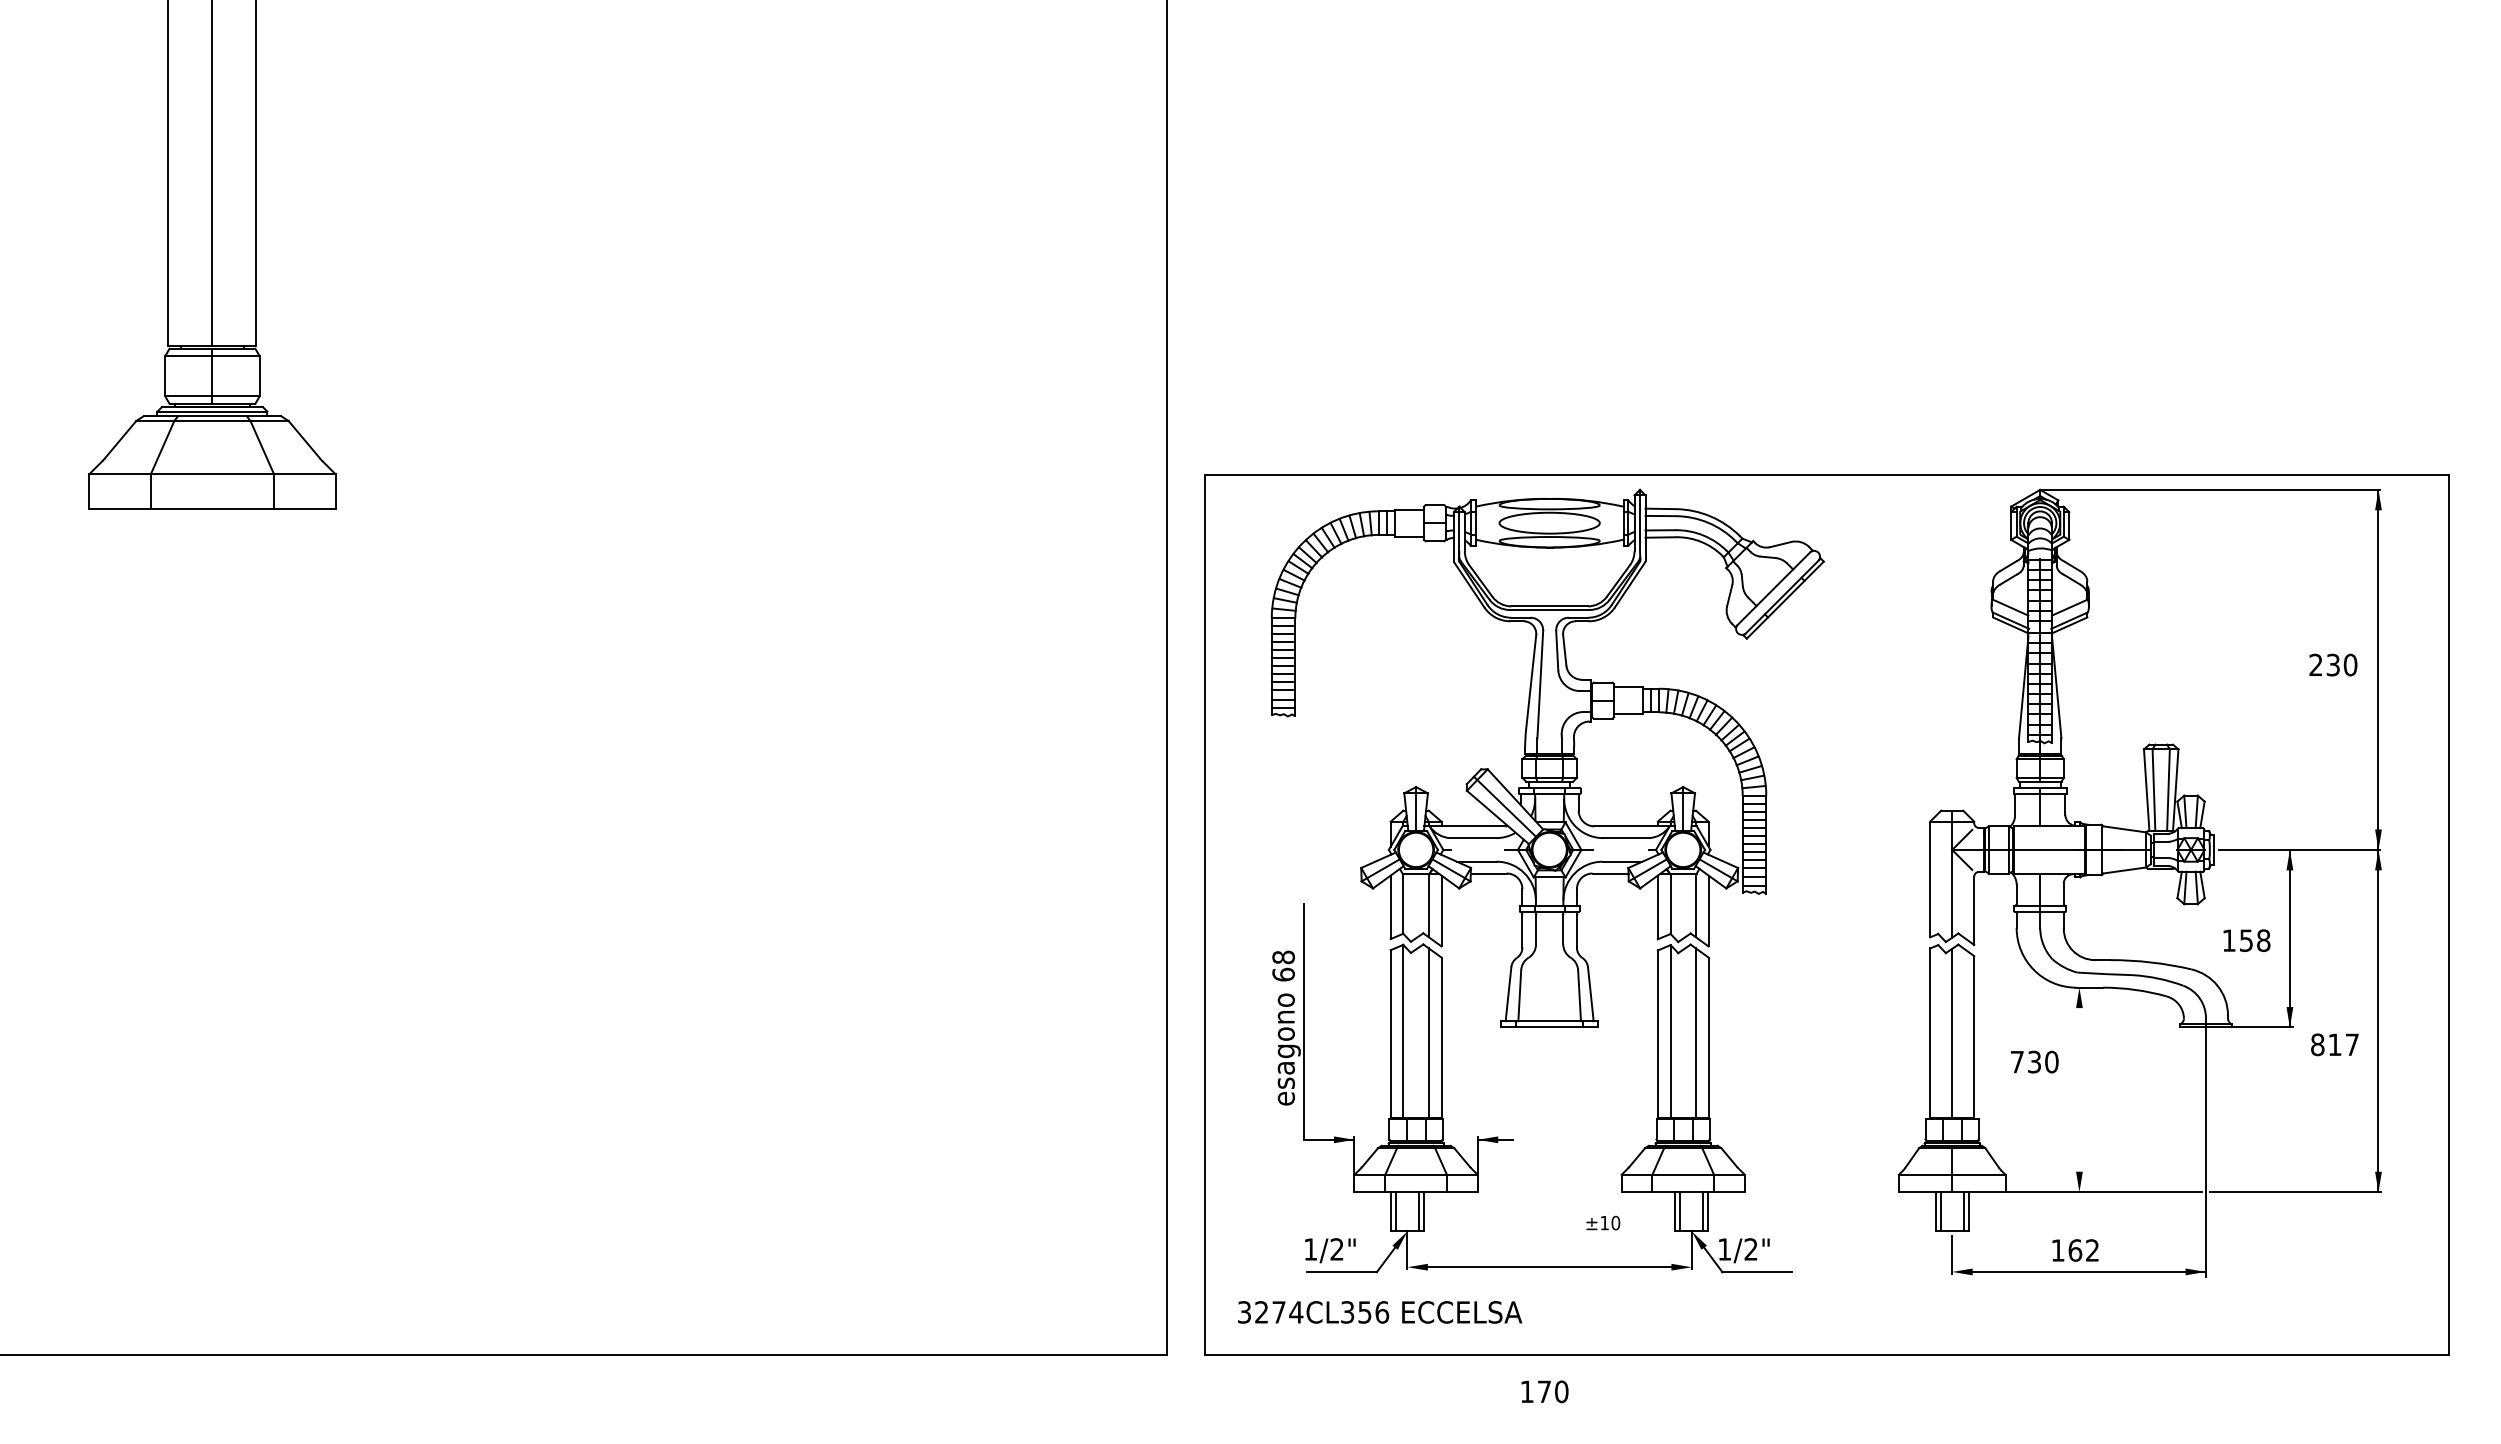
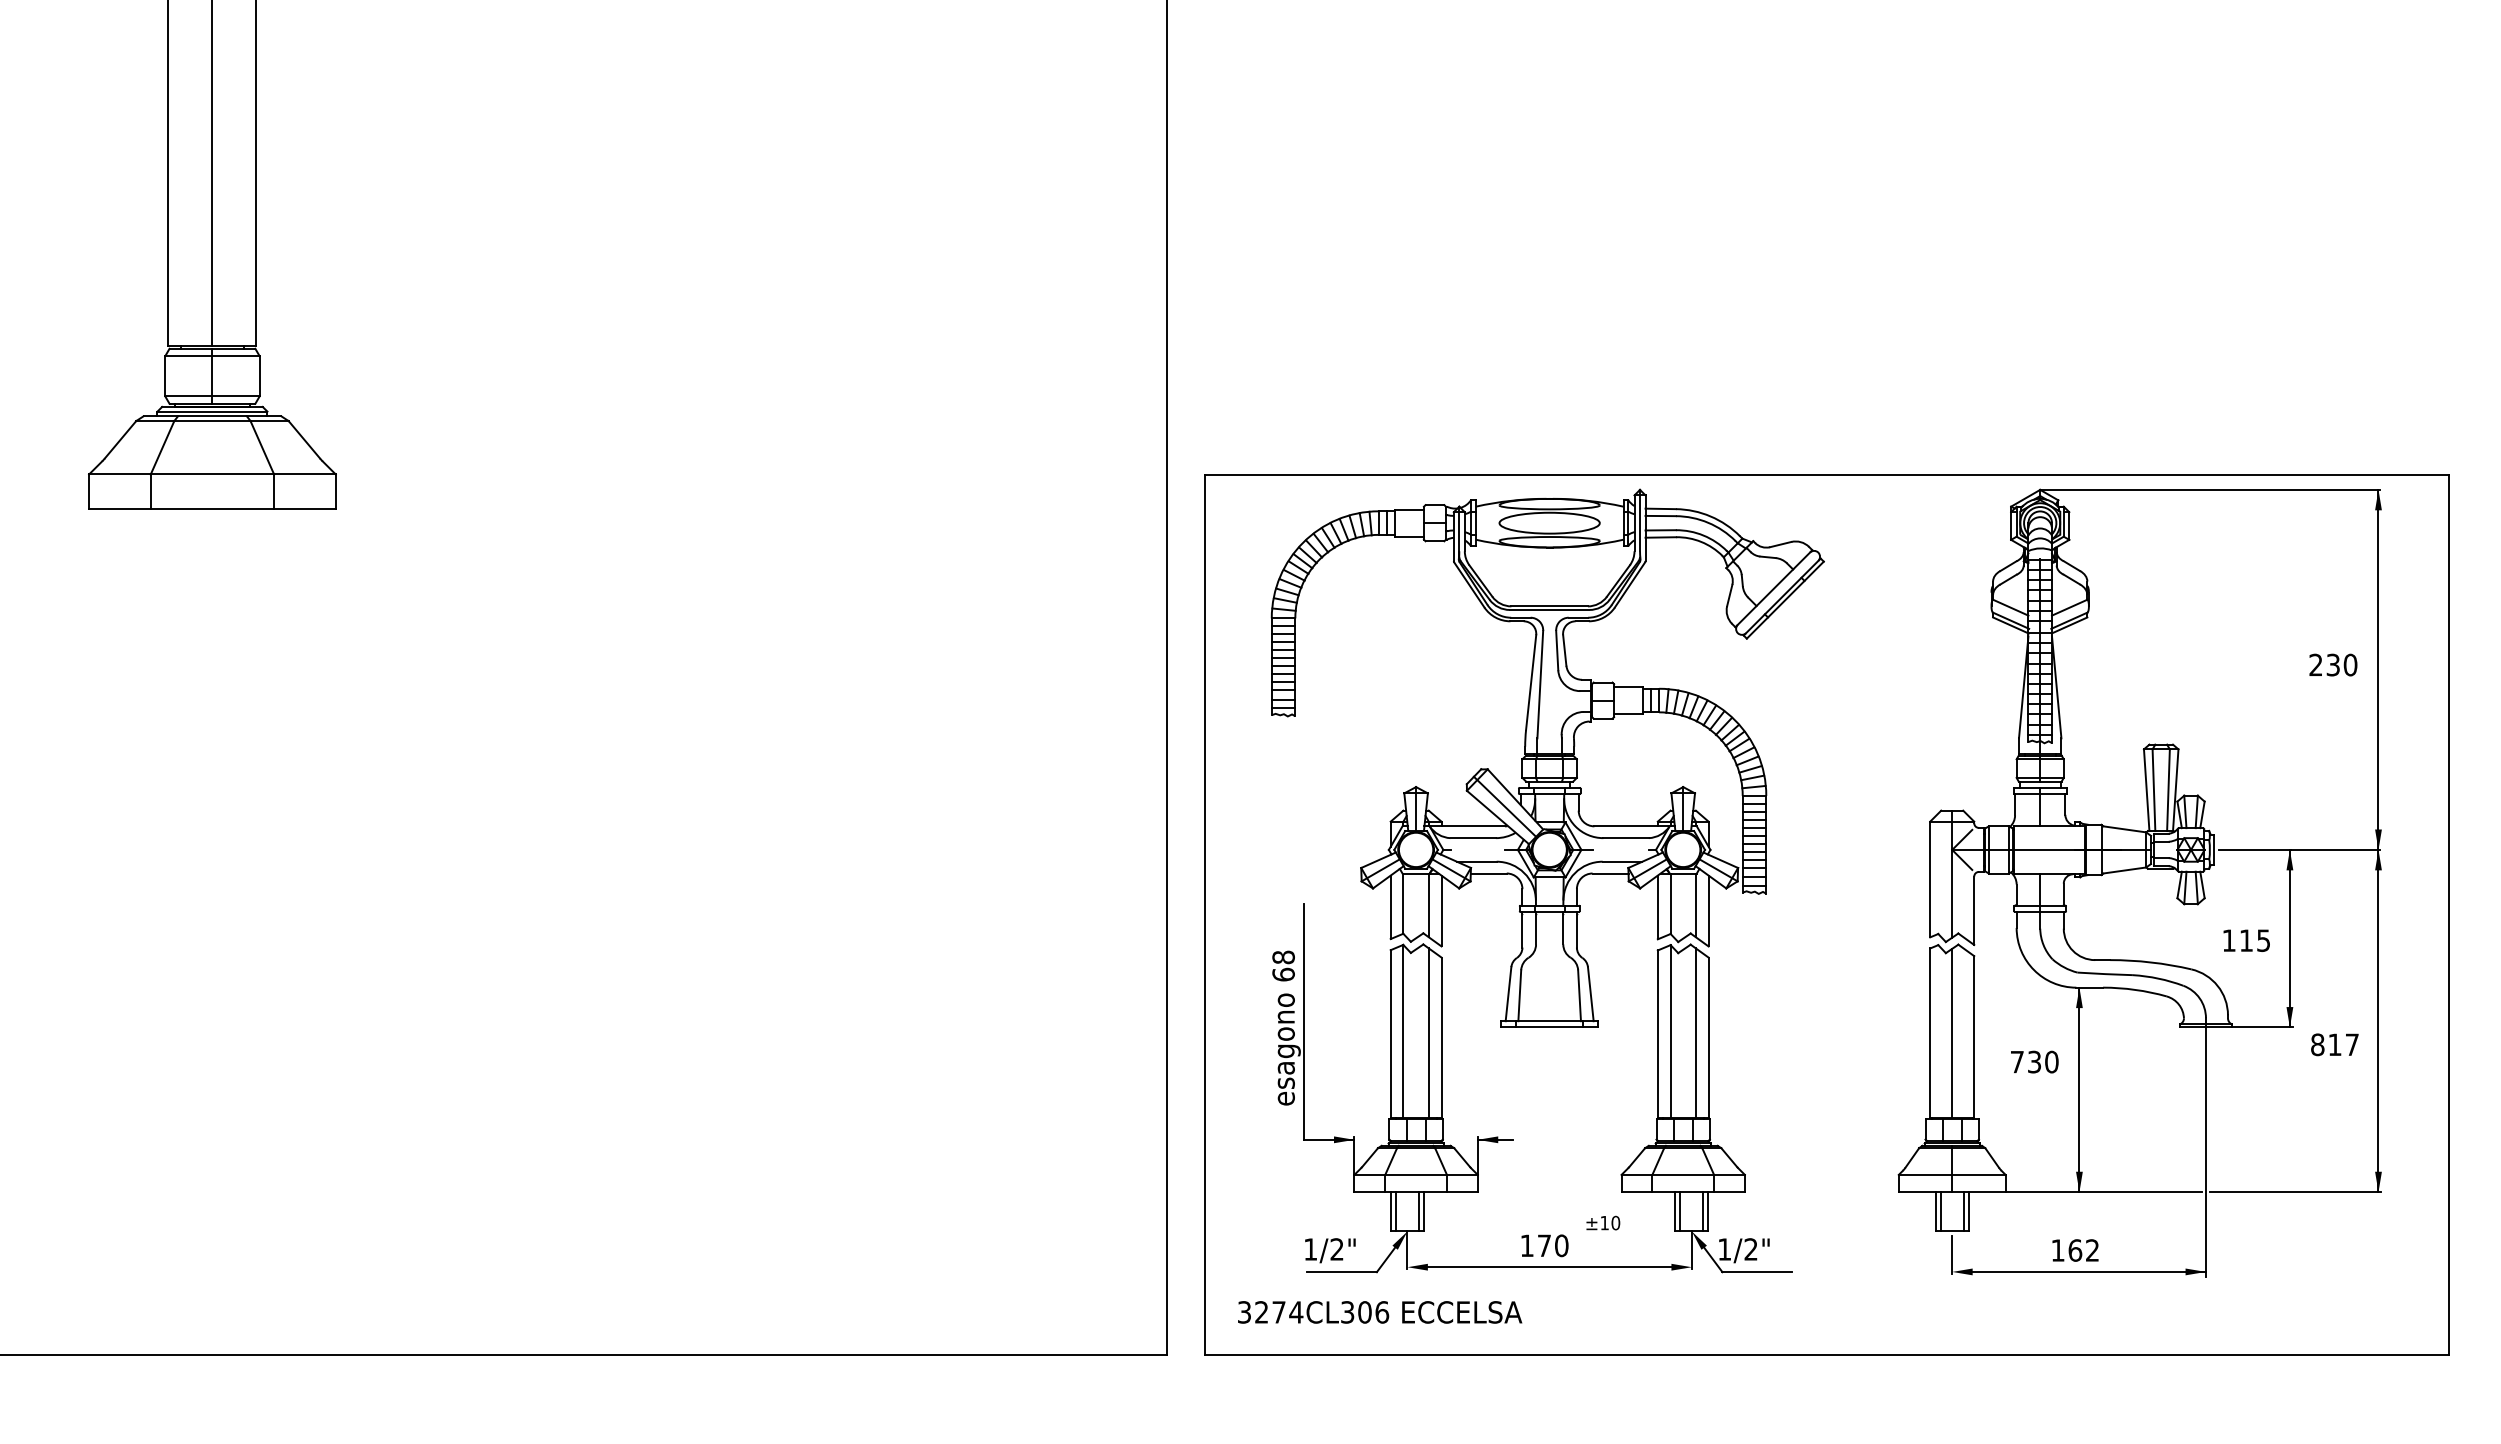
text at (2255, 940): 158 -> 115
line at (2079, 1089): none -> present
text at (1364, 1312): 3274CL356 -> 3274CL306
text at (1544, 1391) position: (1544, 1391) -> (1544, 1245)
